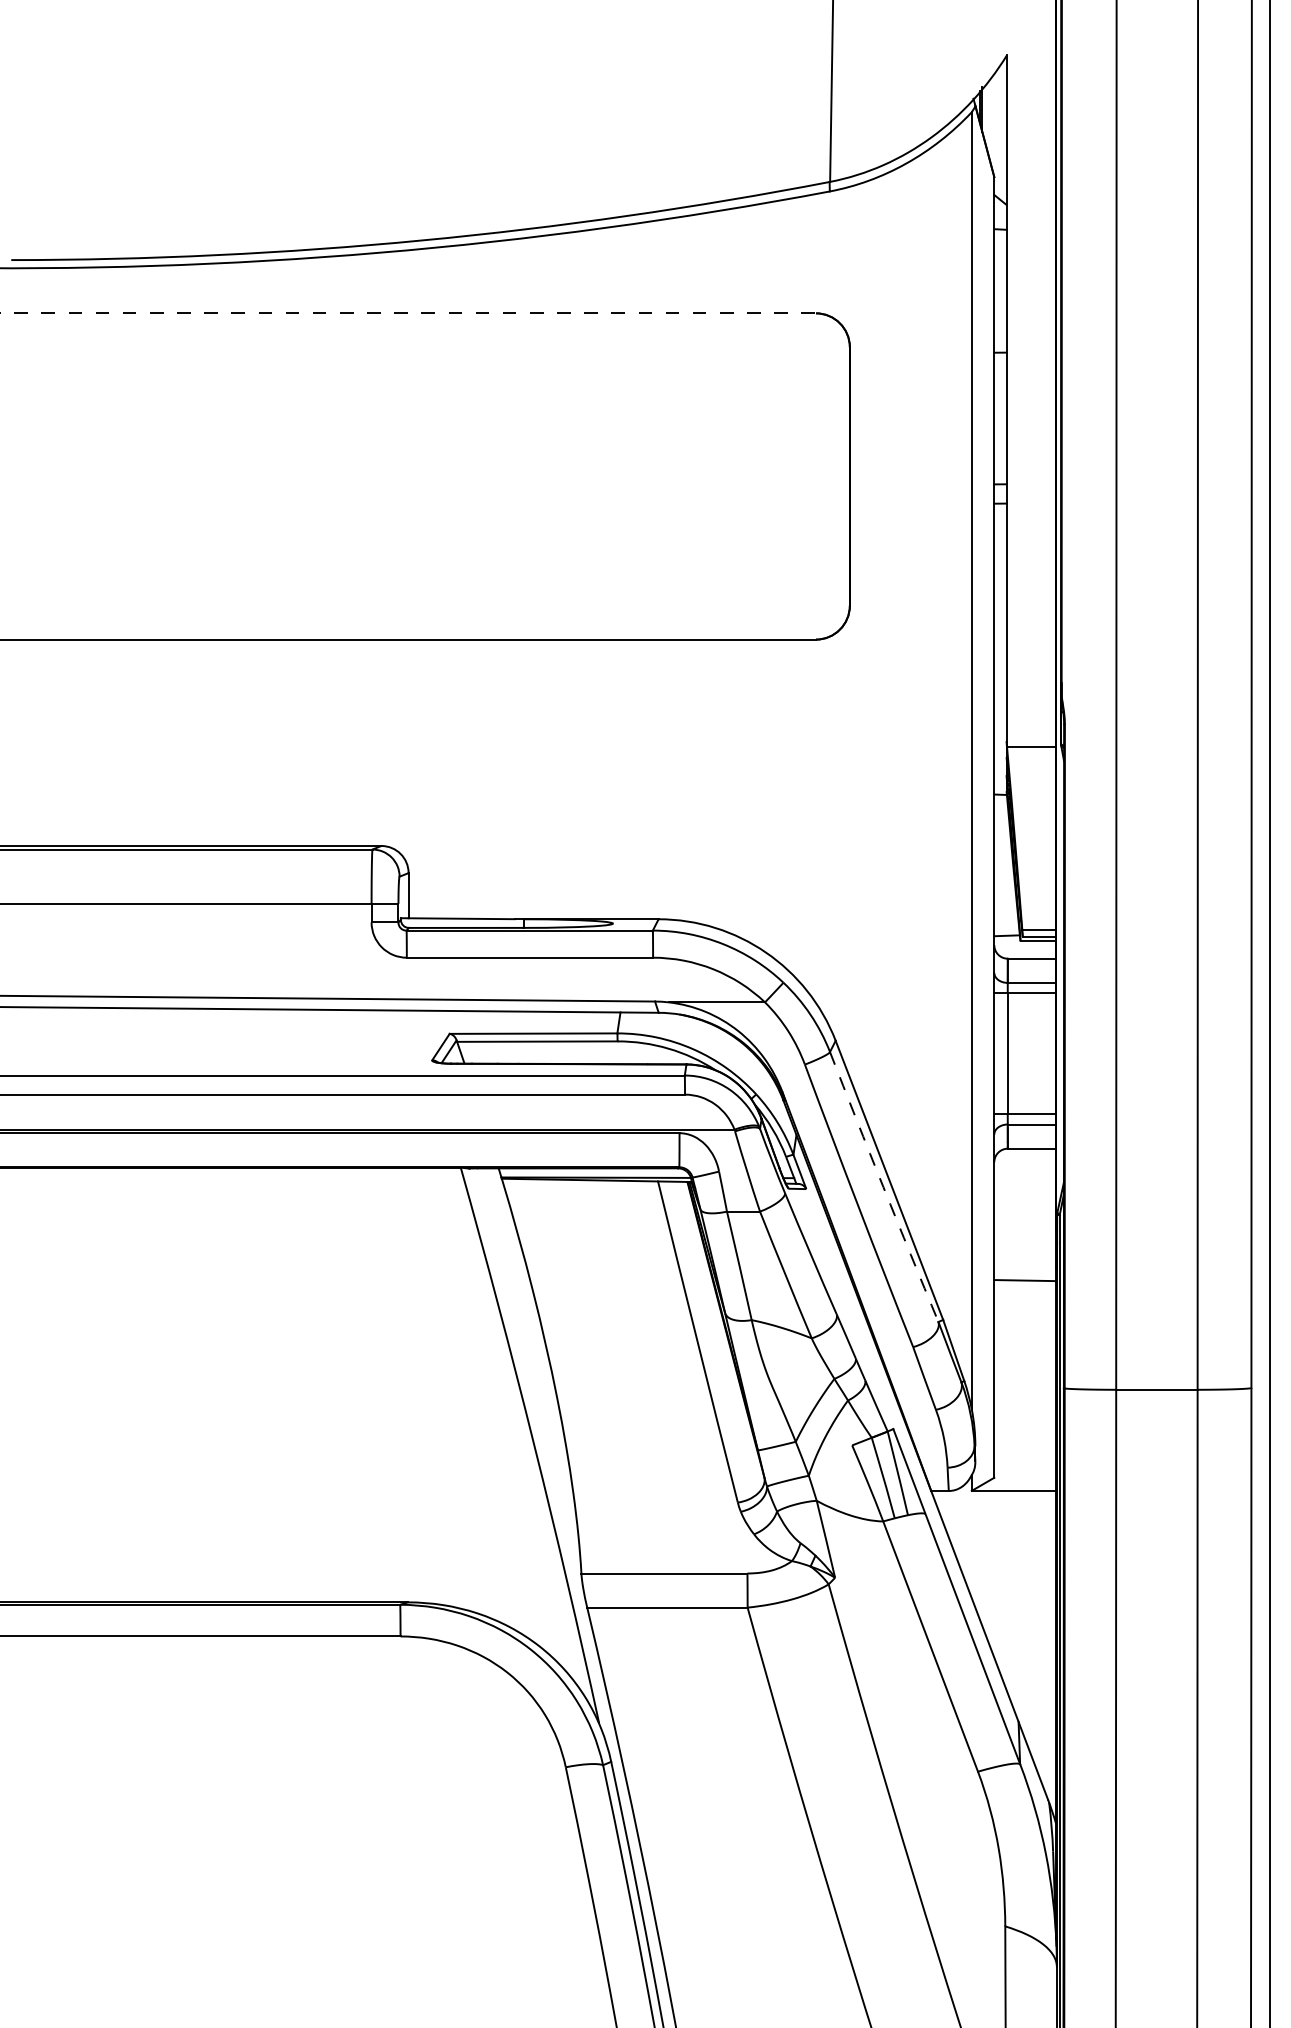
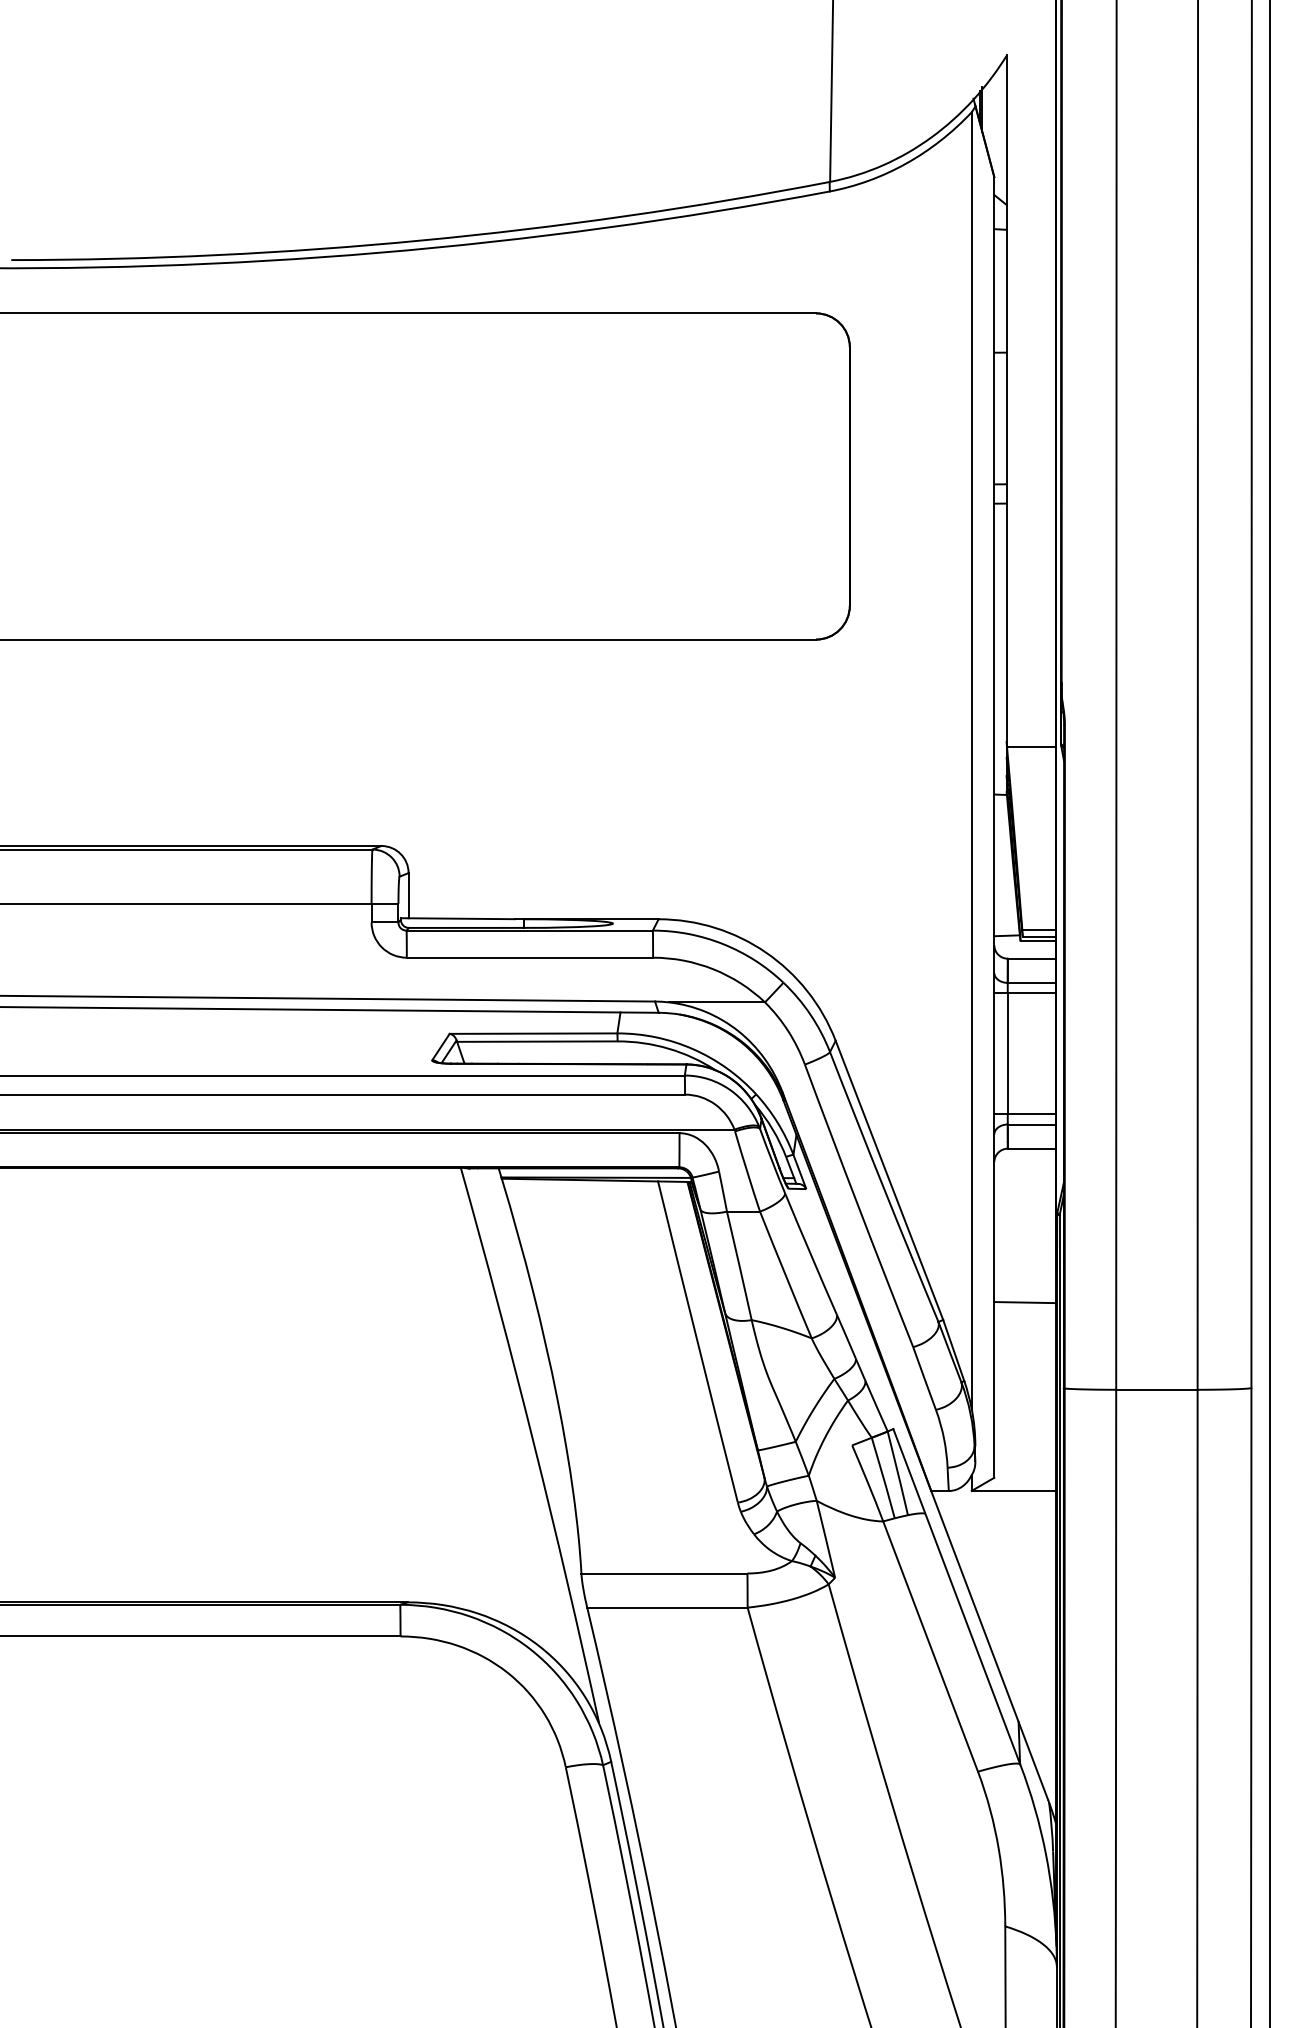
line at (408, 313): dashed -> solid
arc at (883, 1187): dashed -> solid
line at (1025, 1280) position: (1025, 1280) -> (1025, 1302)
